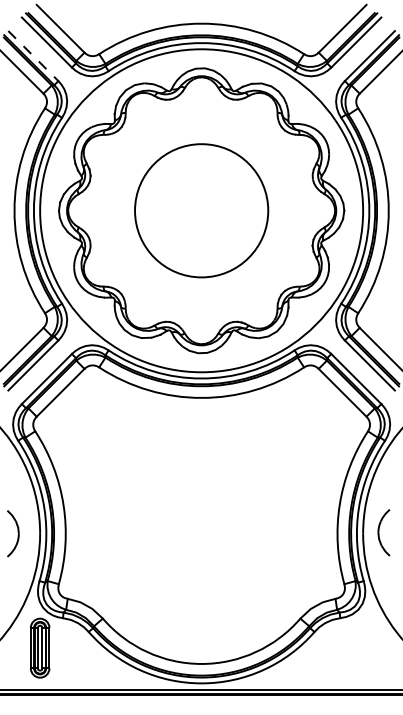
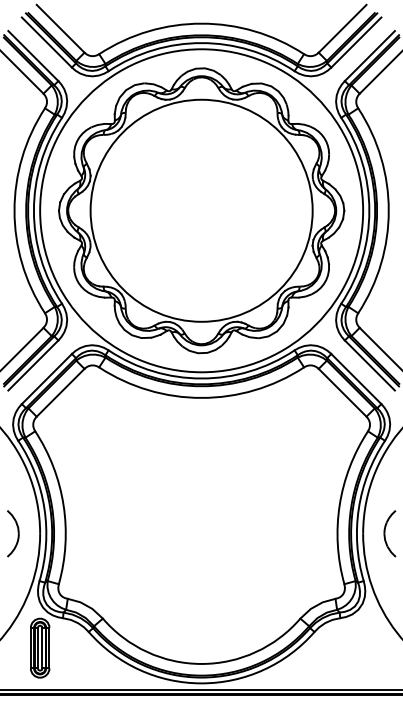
line at (33, 56): dashed -> solid
circle at (201, 210) diameter: 133 px -> 222 px
part at (383, 532) position: (383, 532) -> (389, 533)
